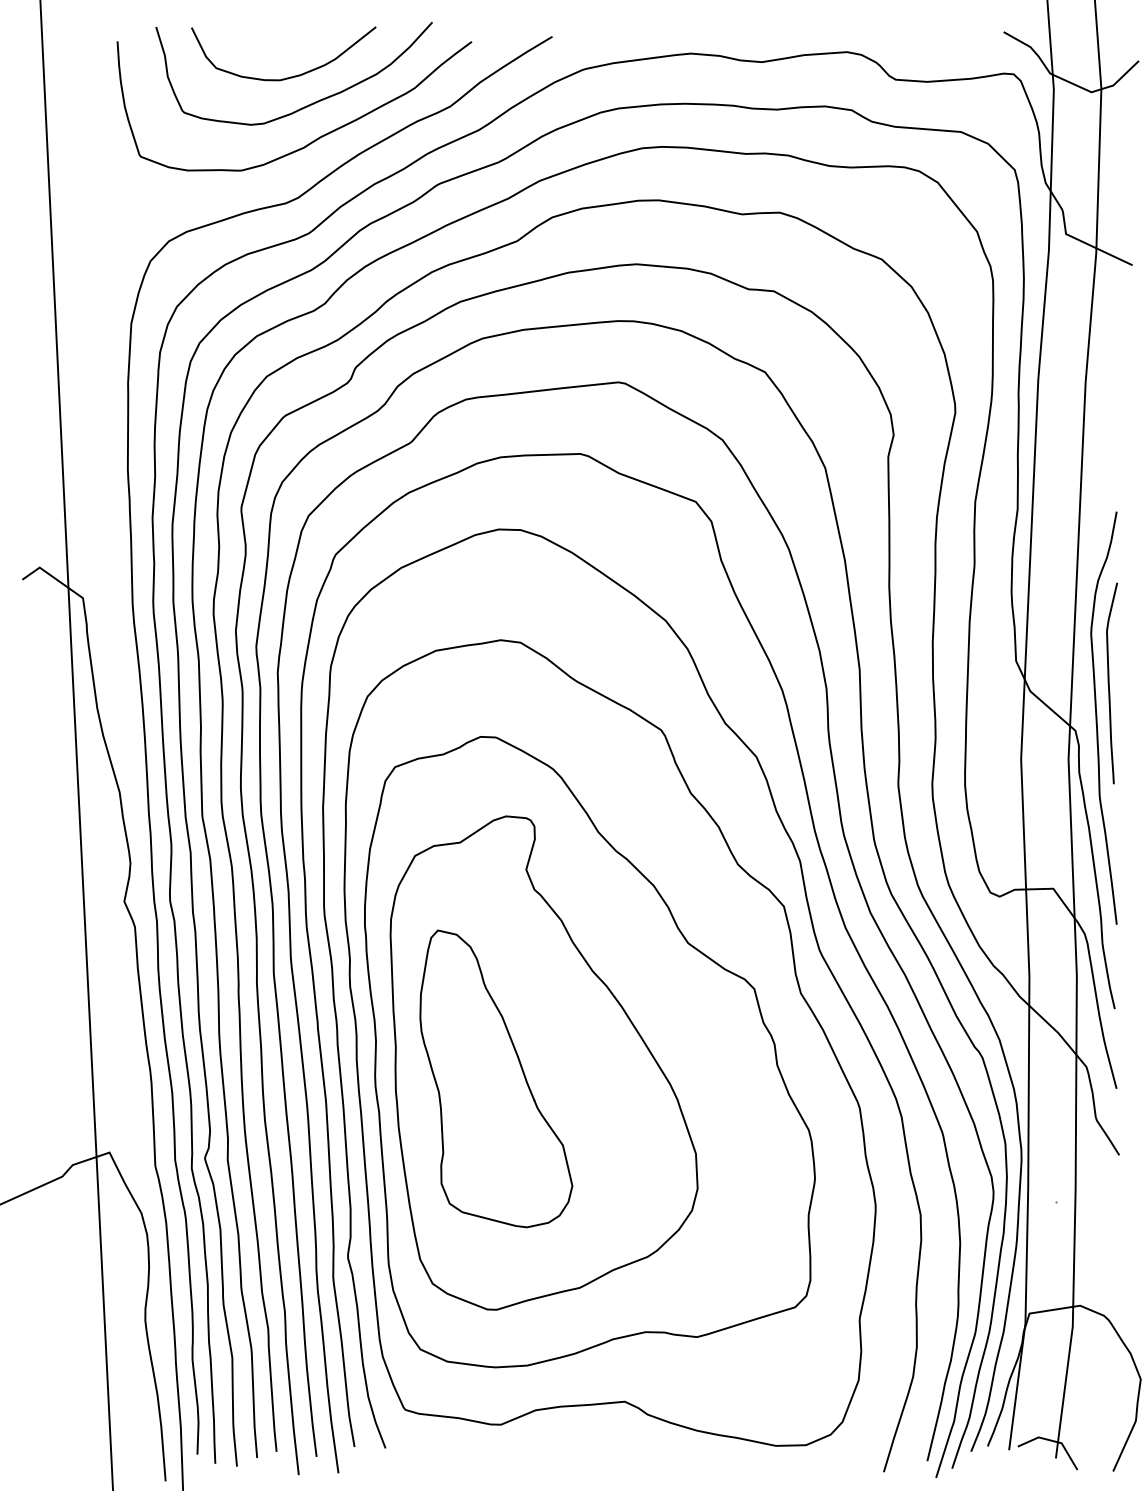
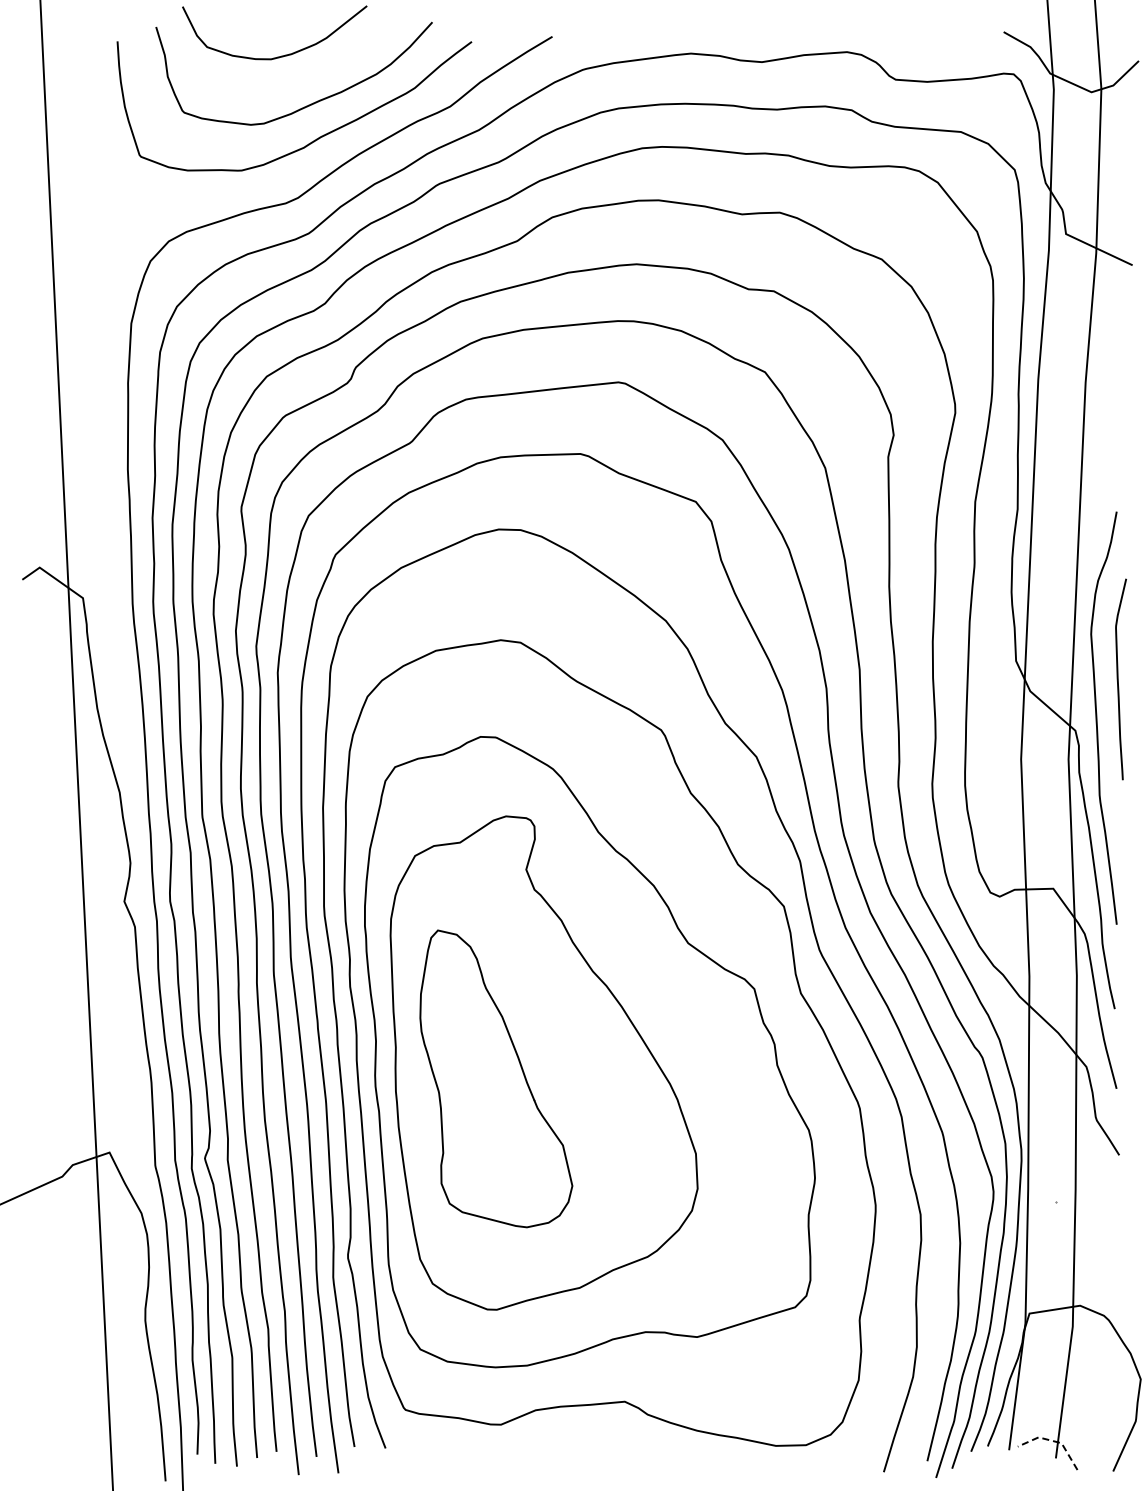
curve at (290, 76) position: (290, 76) -> (281, 55)
curve at (1109, 683) position: (1109, 683) -> (1118, 679)
line at (1053, 1441): solid -> dashed
